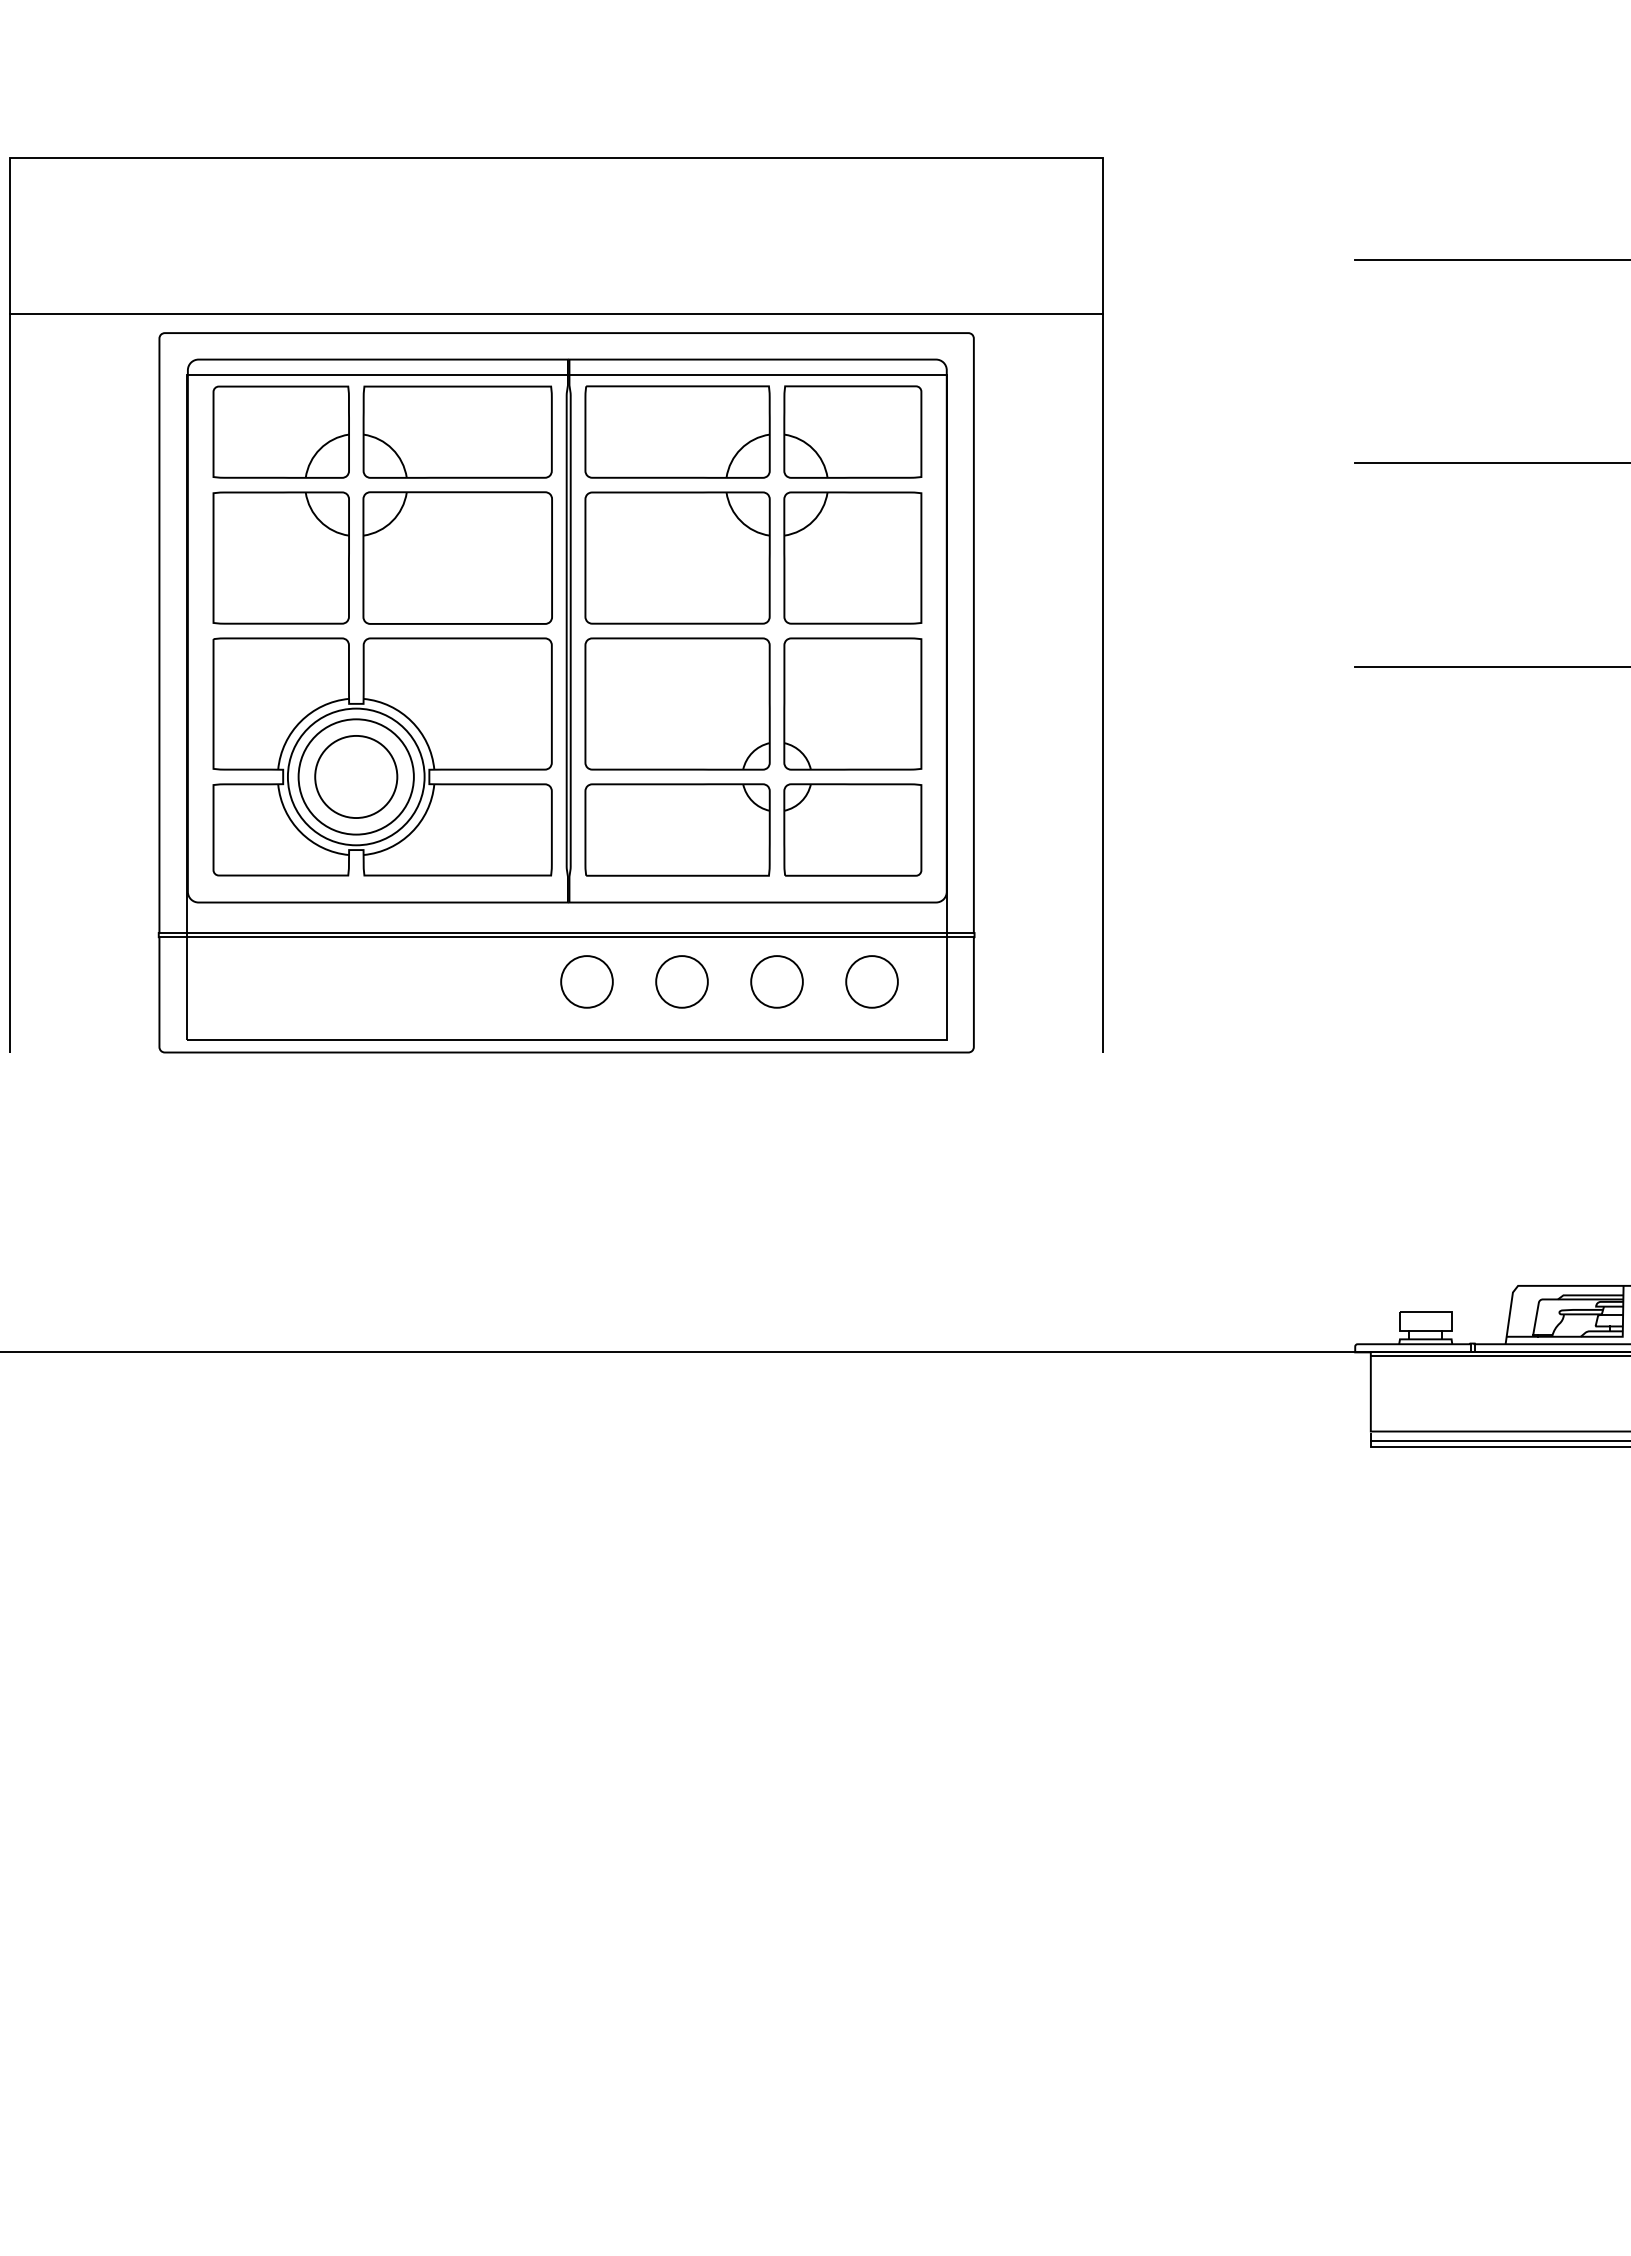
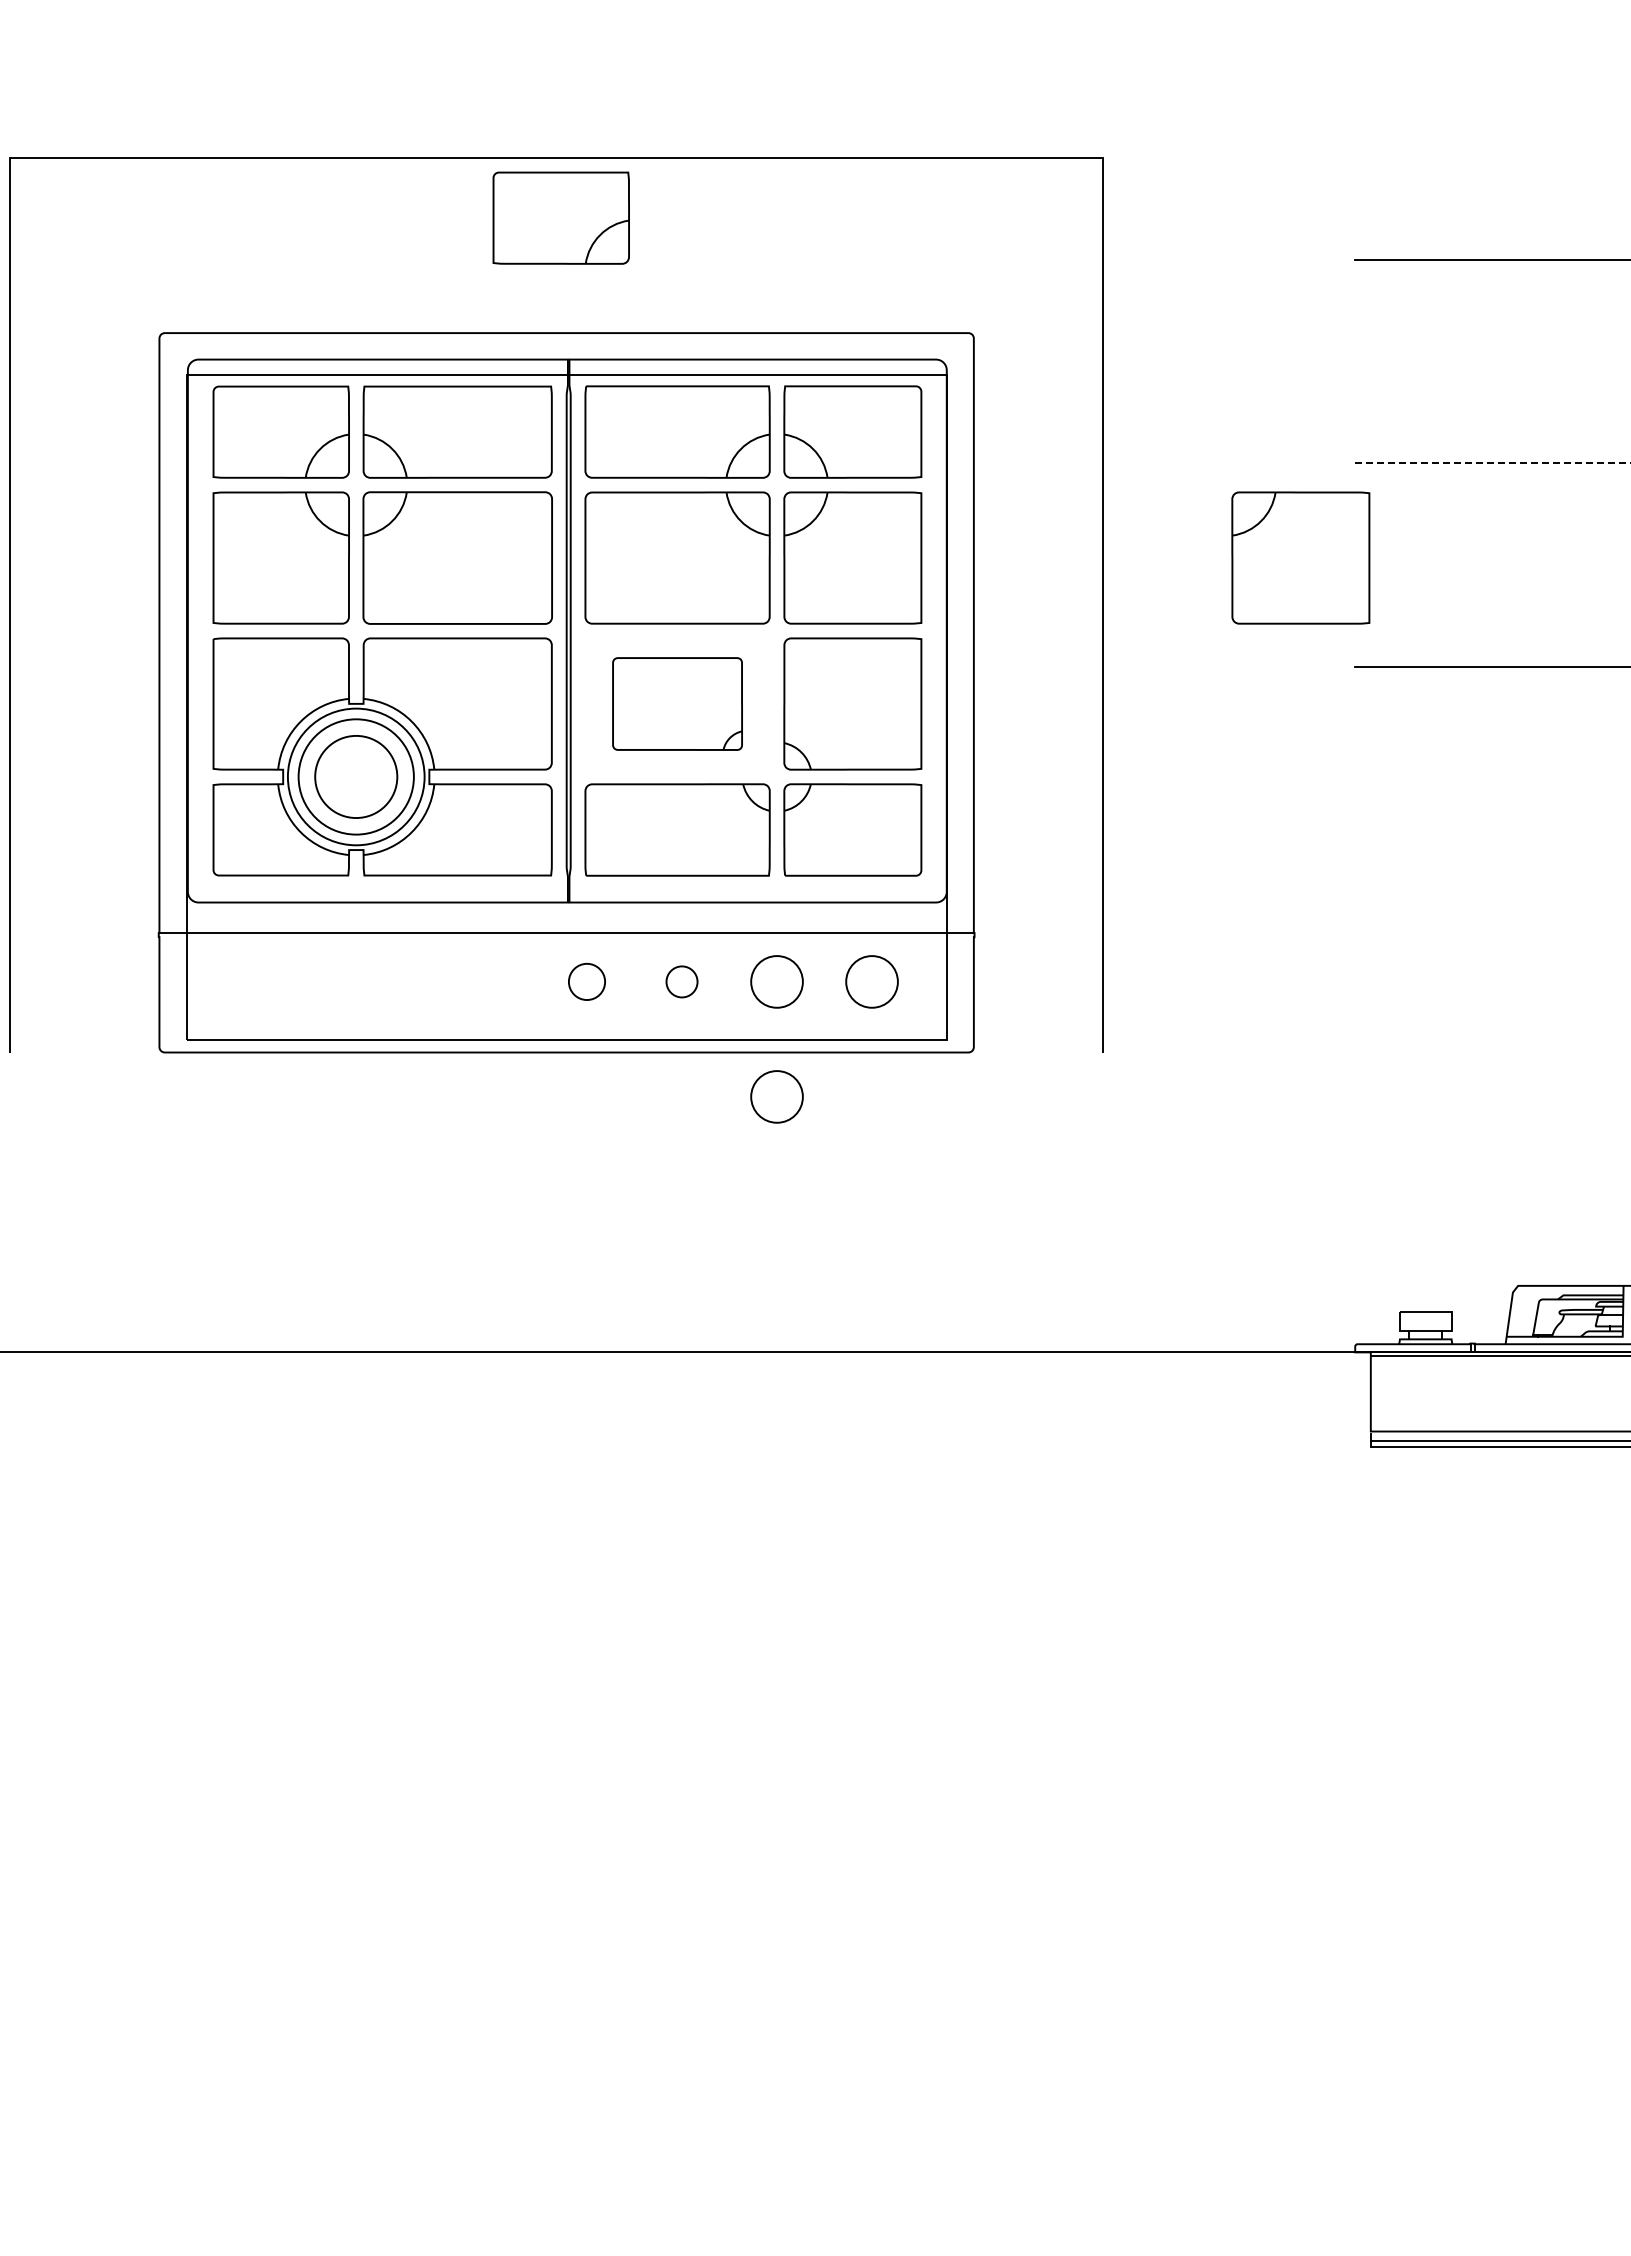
part at (560, 217): none -> present
line at (556, 313): present -> none
line at (1493, 463): solid -> dashed
part at (1300, 557): none -> present
part at (677, 703) size: 187x134 px -> 131x94 px
line at (566, 937): present -> none
circle at (586, 981) diameter: 52 px -> 36 px
circle at (681, 981) diameter: 52 px -> 31 px
circle at (776, 1096): none -> present
